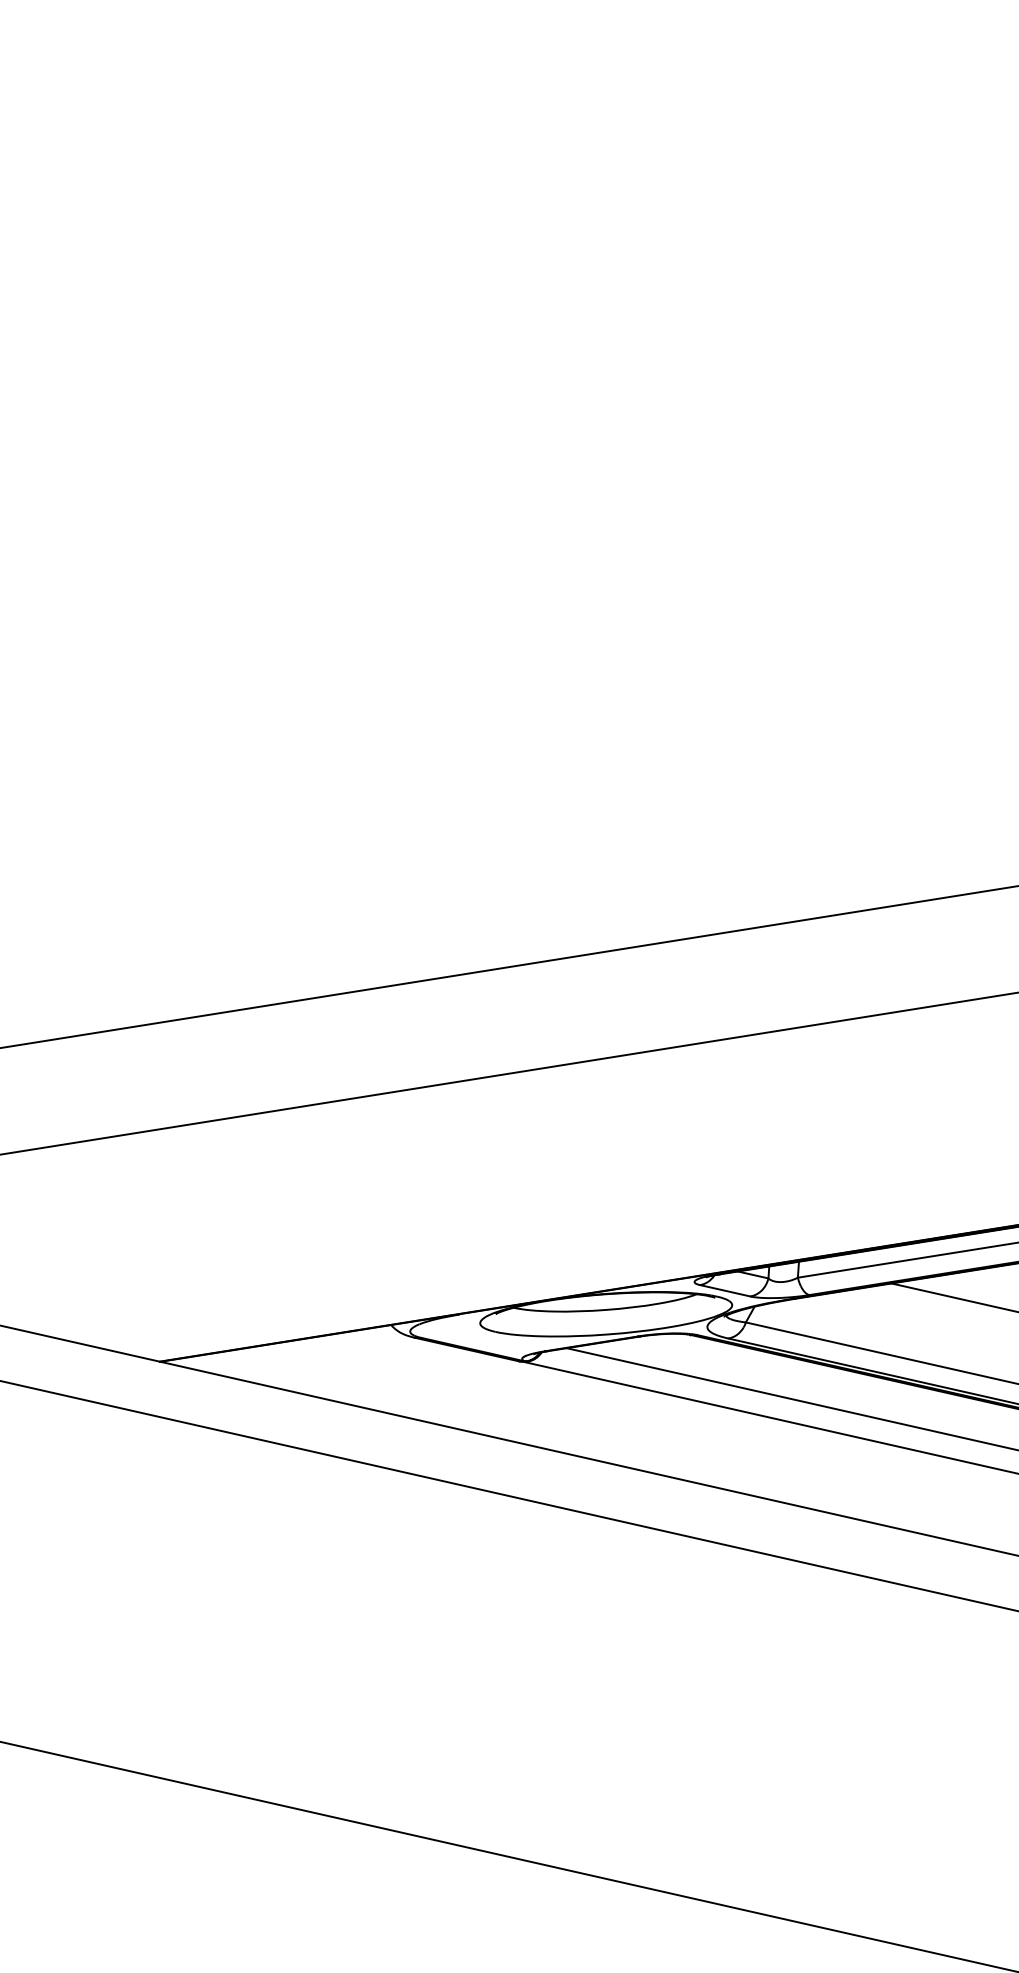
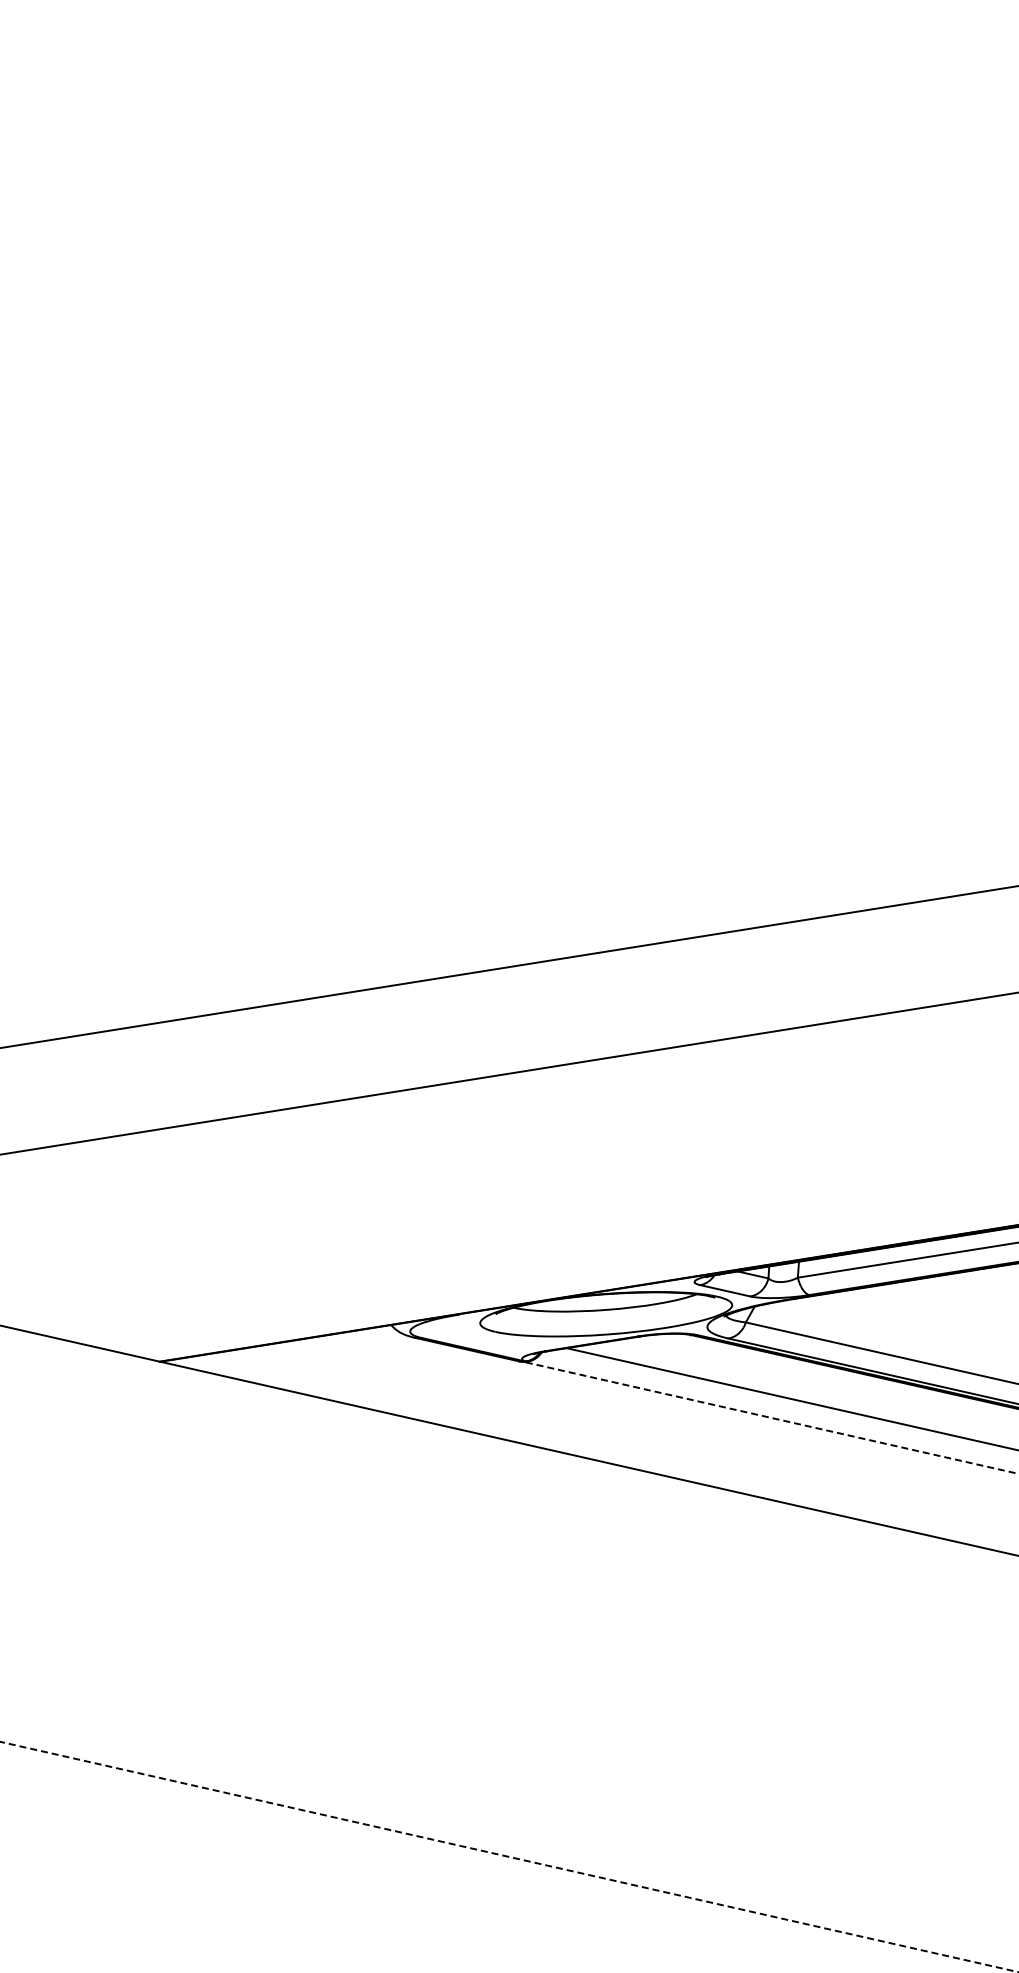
line at (953, 1297): present -> none
line at (772, 1418): solid -> dashed
line at (508, 1495): present -> none
line at (509, 1856): solid -> dashed
